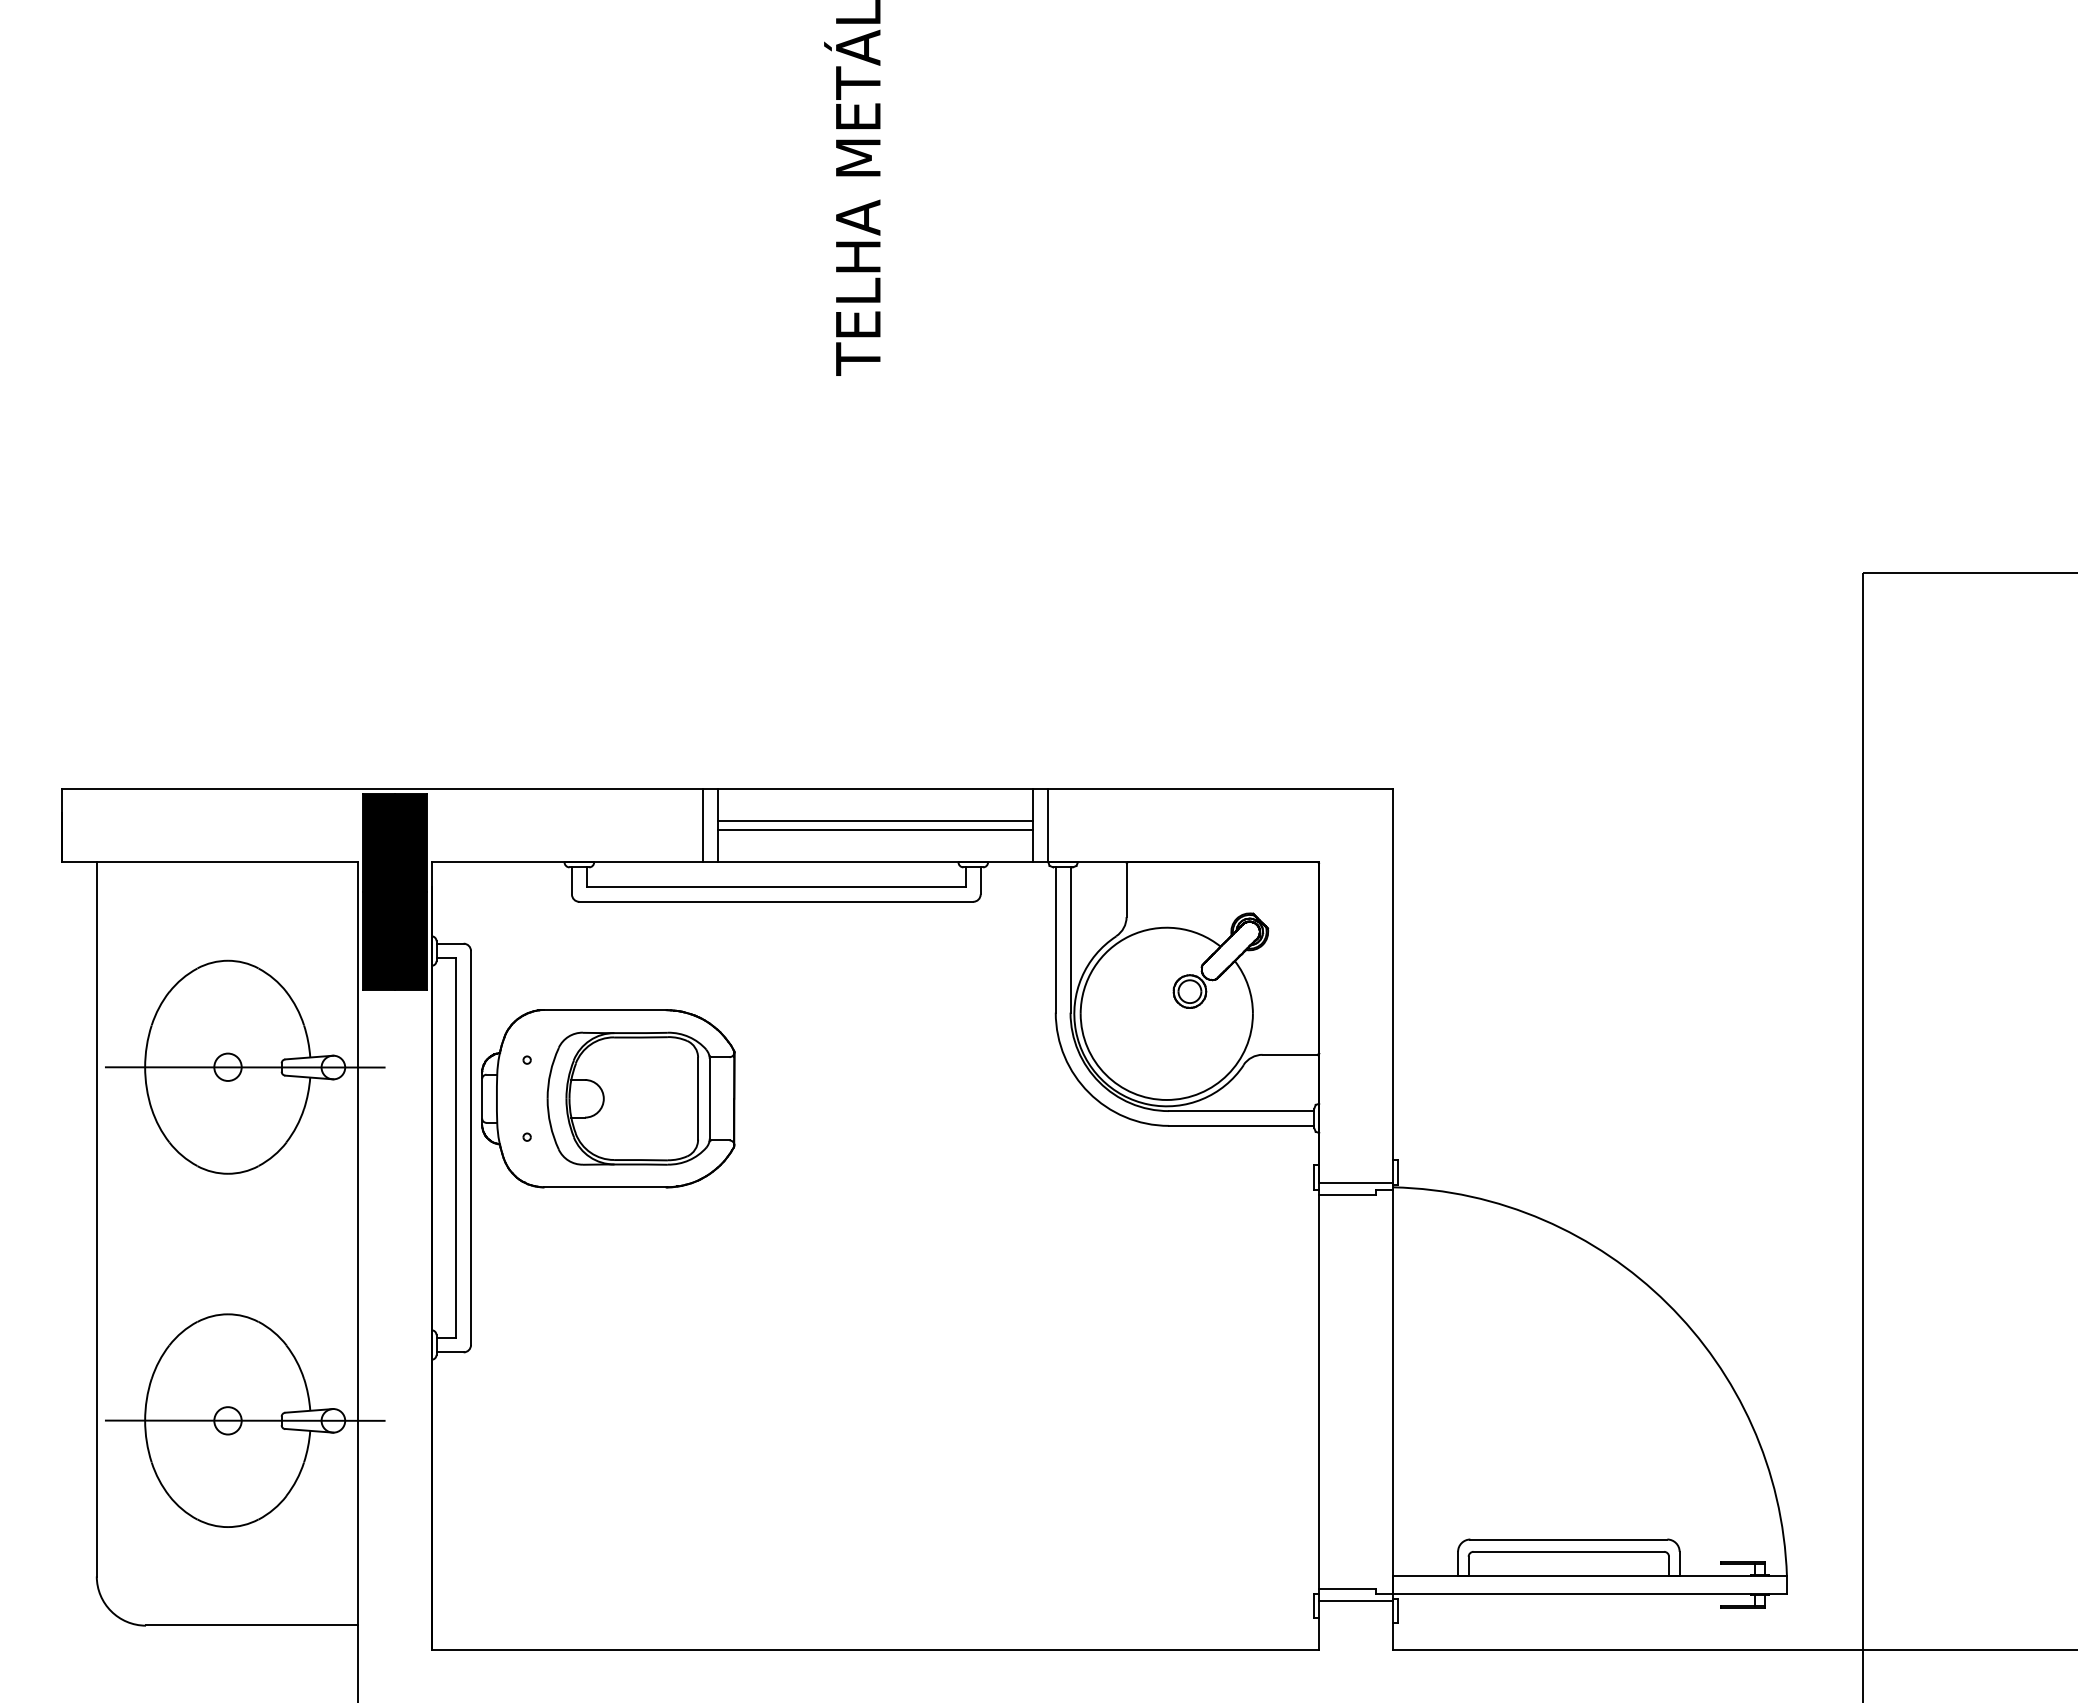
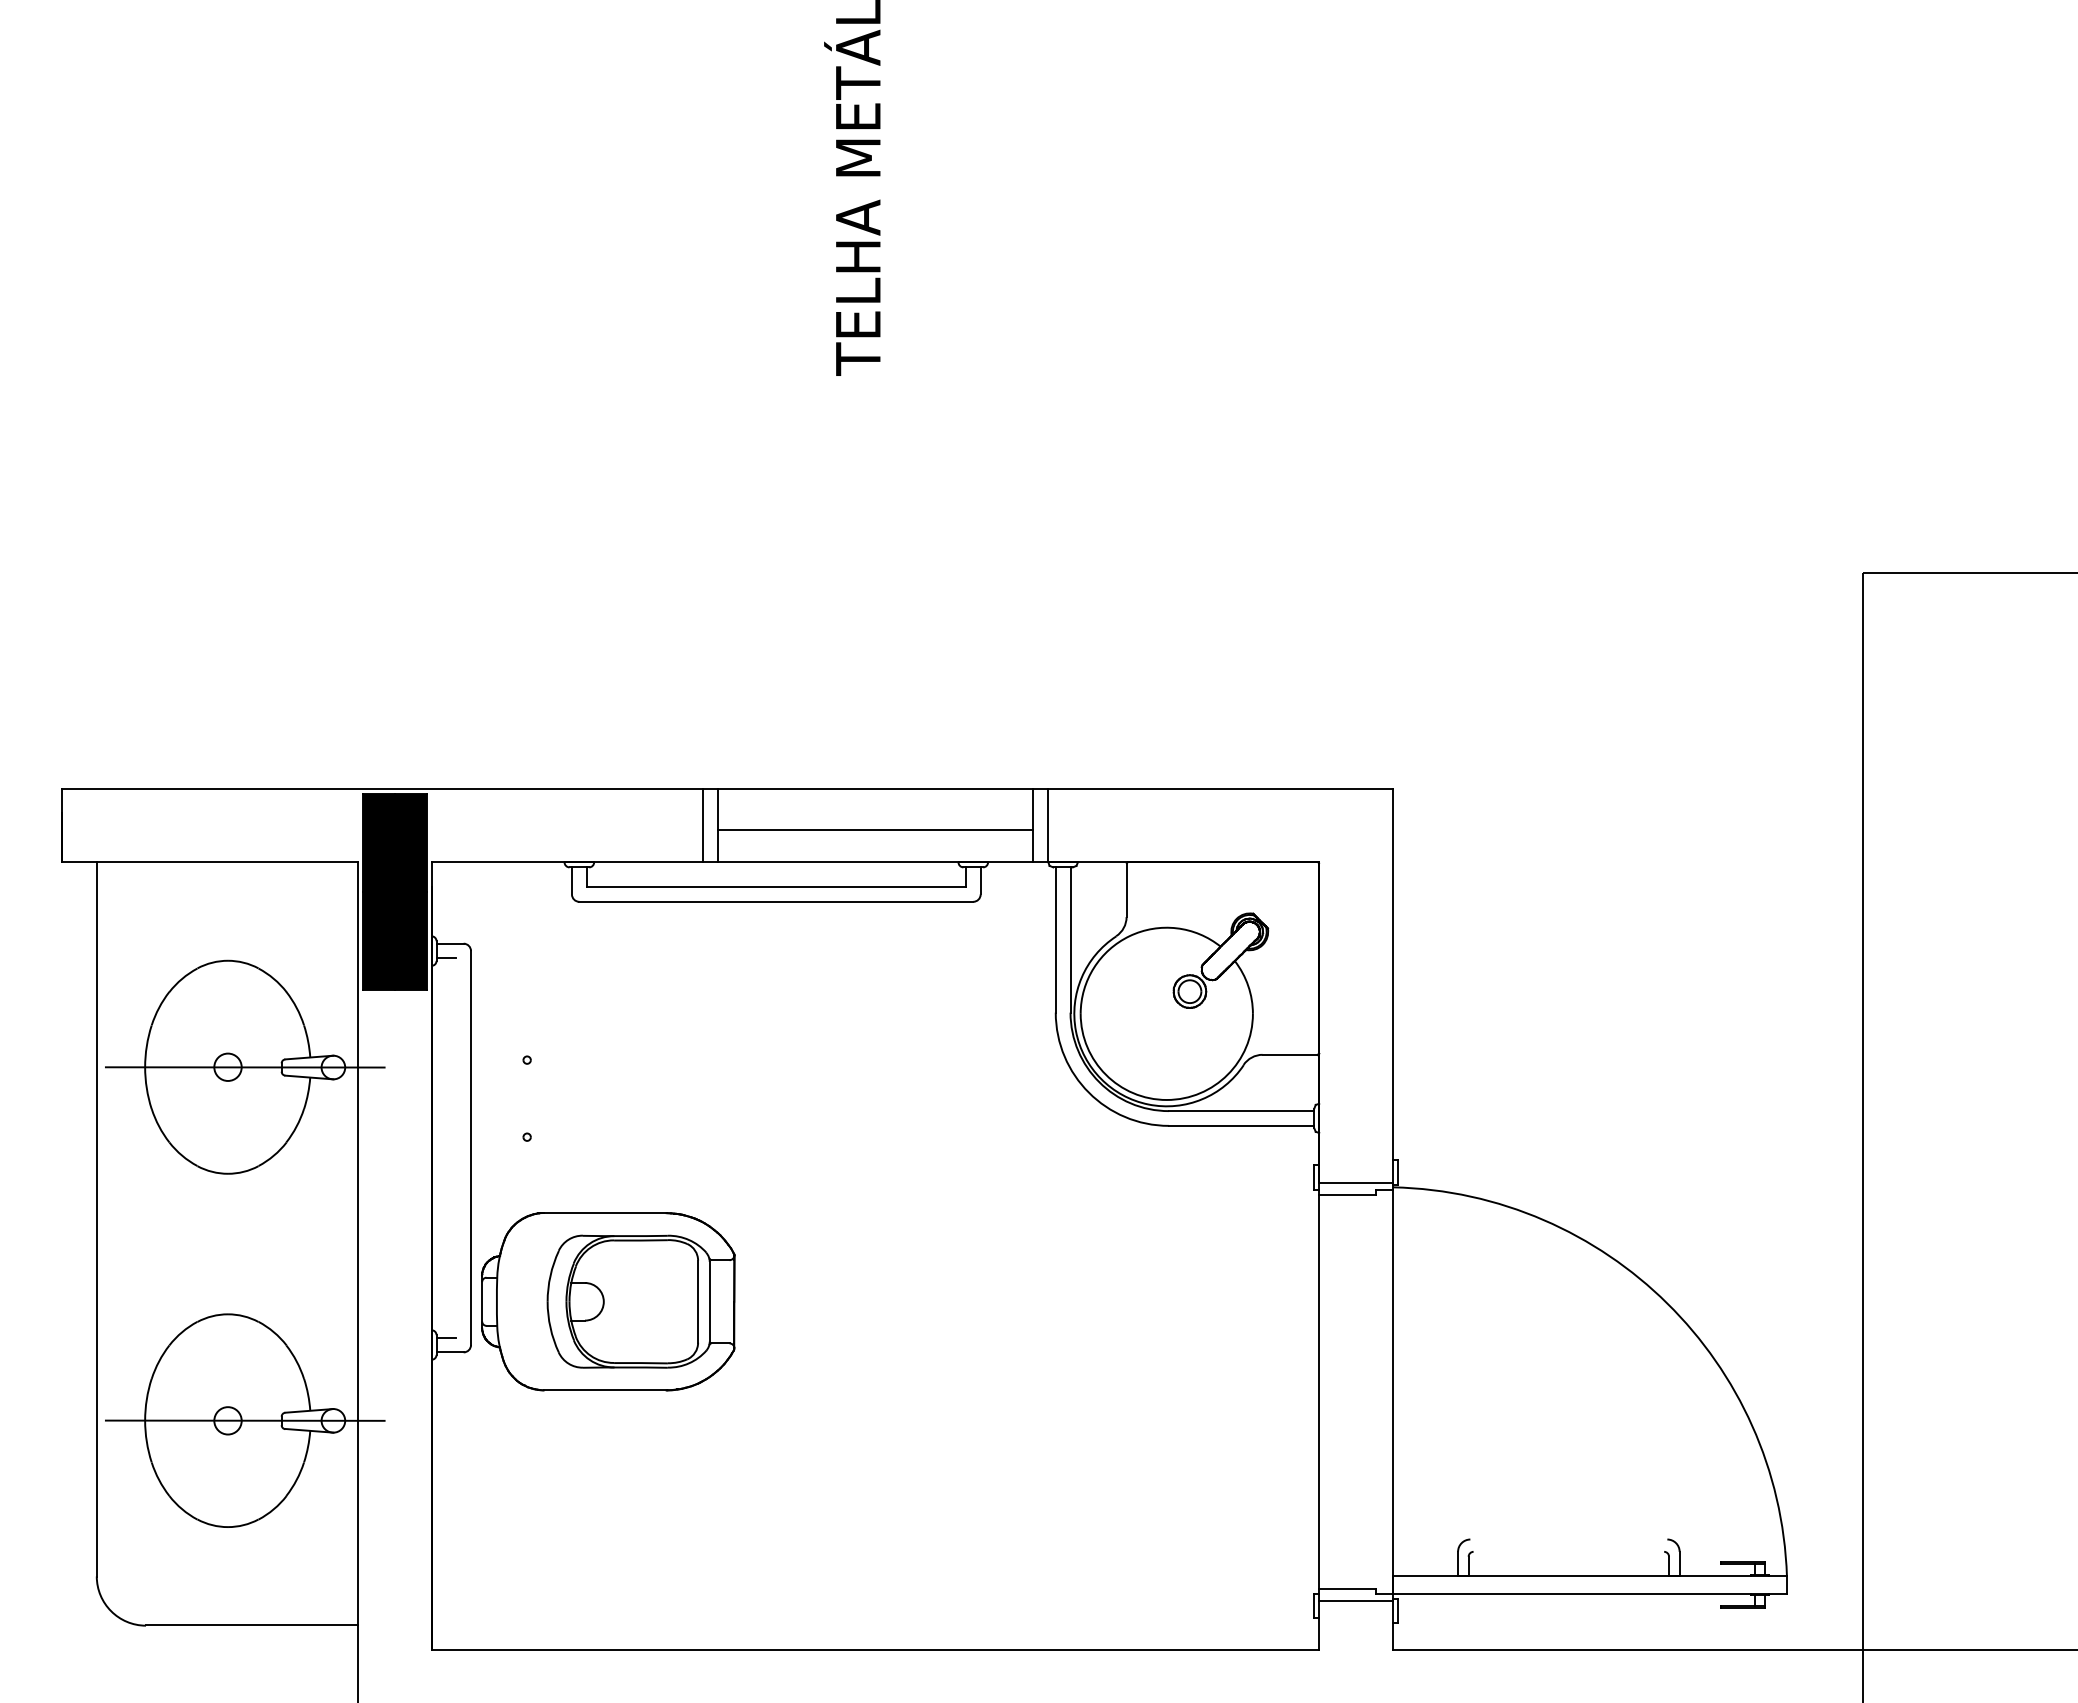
line at (874, 820): present -> none
part at (608, 1098) position: (608, 1098) -> (608, 1301)
line at (456, 1147): present -> none
line at (1568, 1539): present -> none
line at (1568, 1551): present -> none
